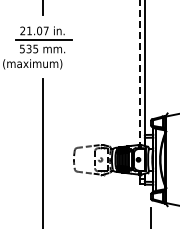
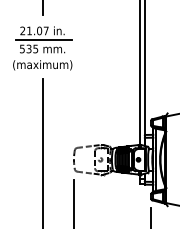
text at (32, 64) position: (32, 64) -> (42, 65)
line at (140, 73): dashed -> solid
line at (74, 202): none -> present
